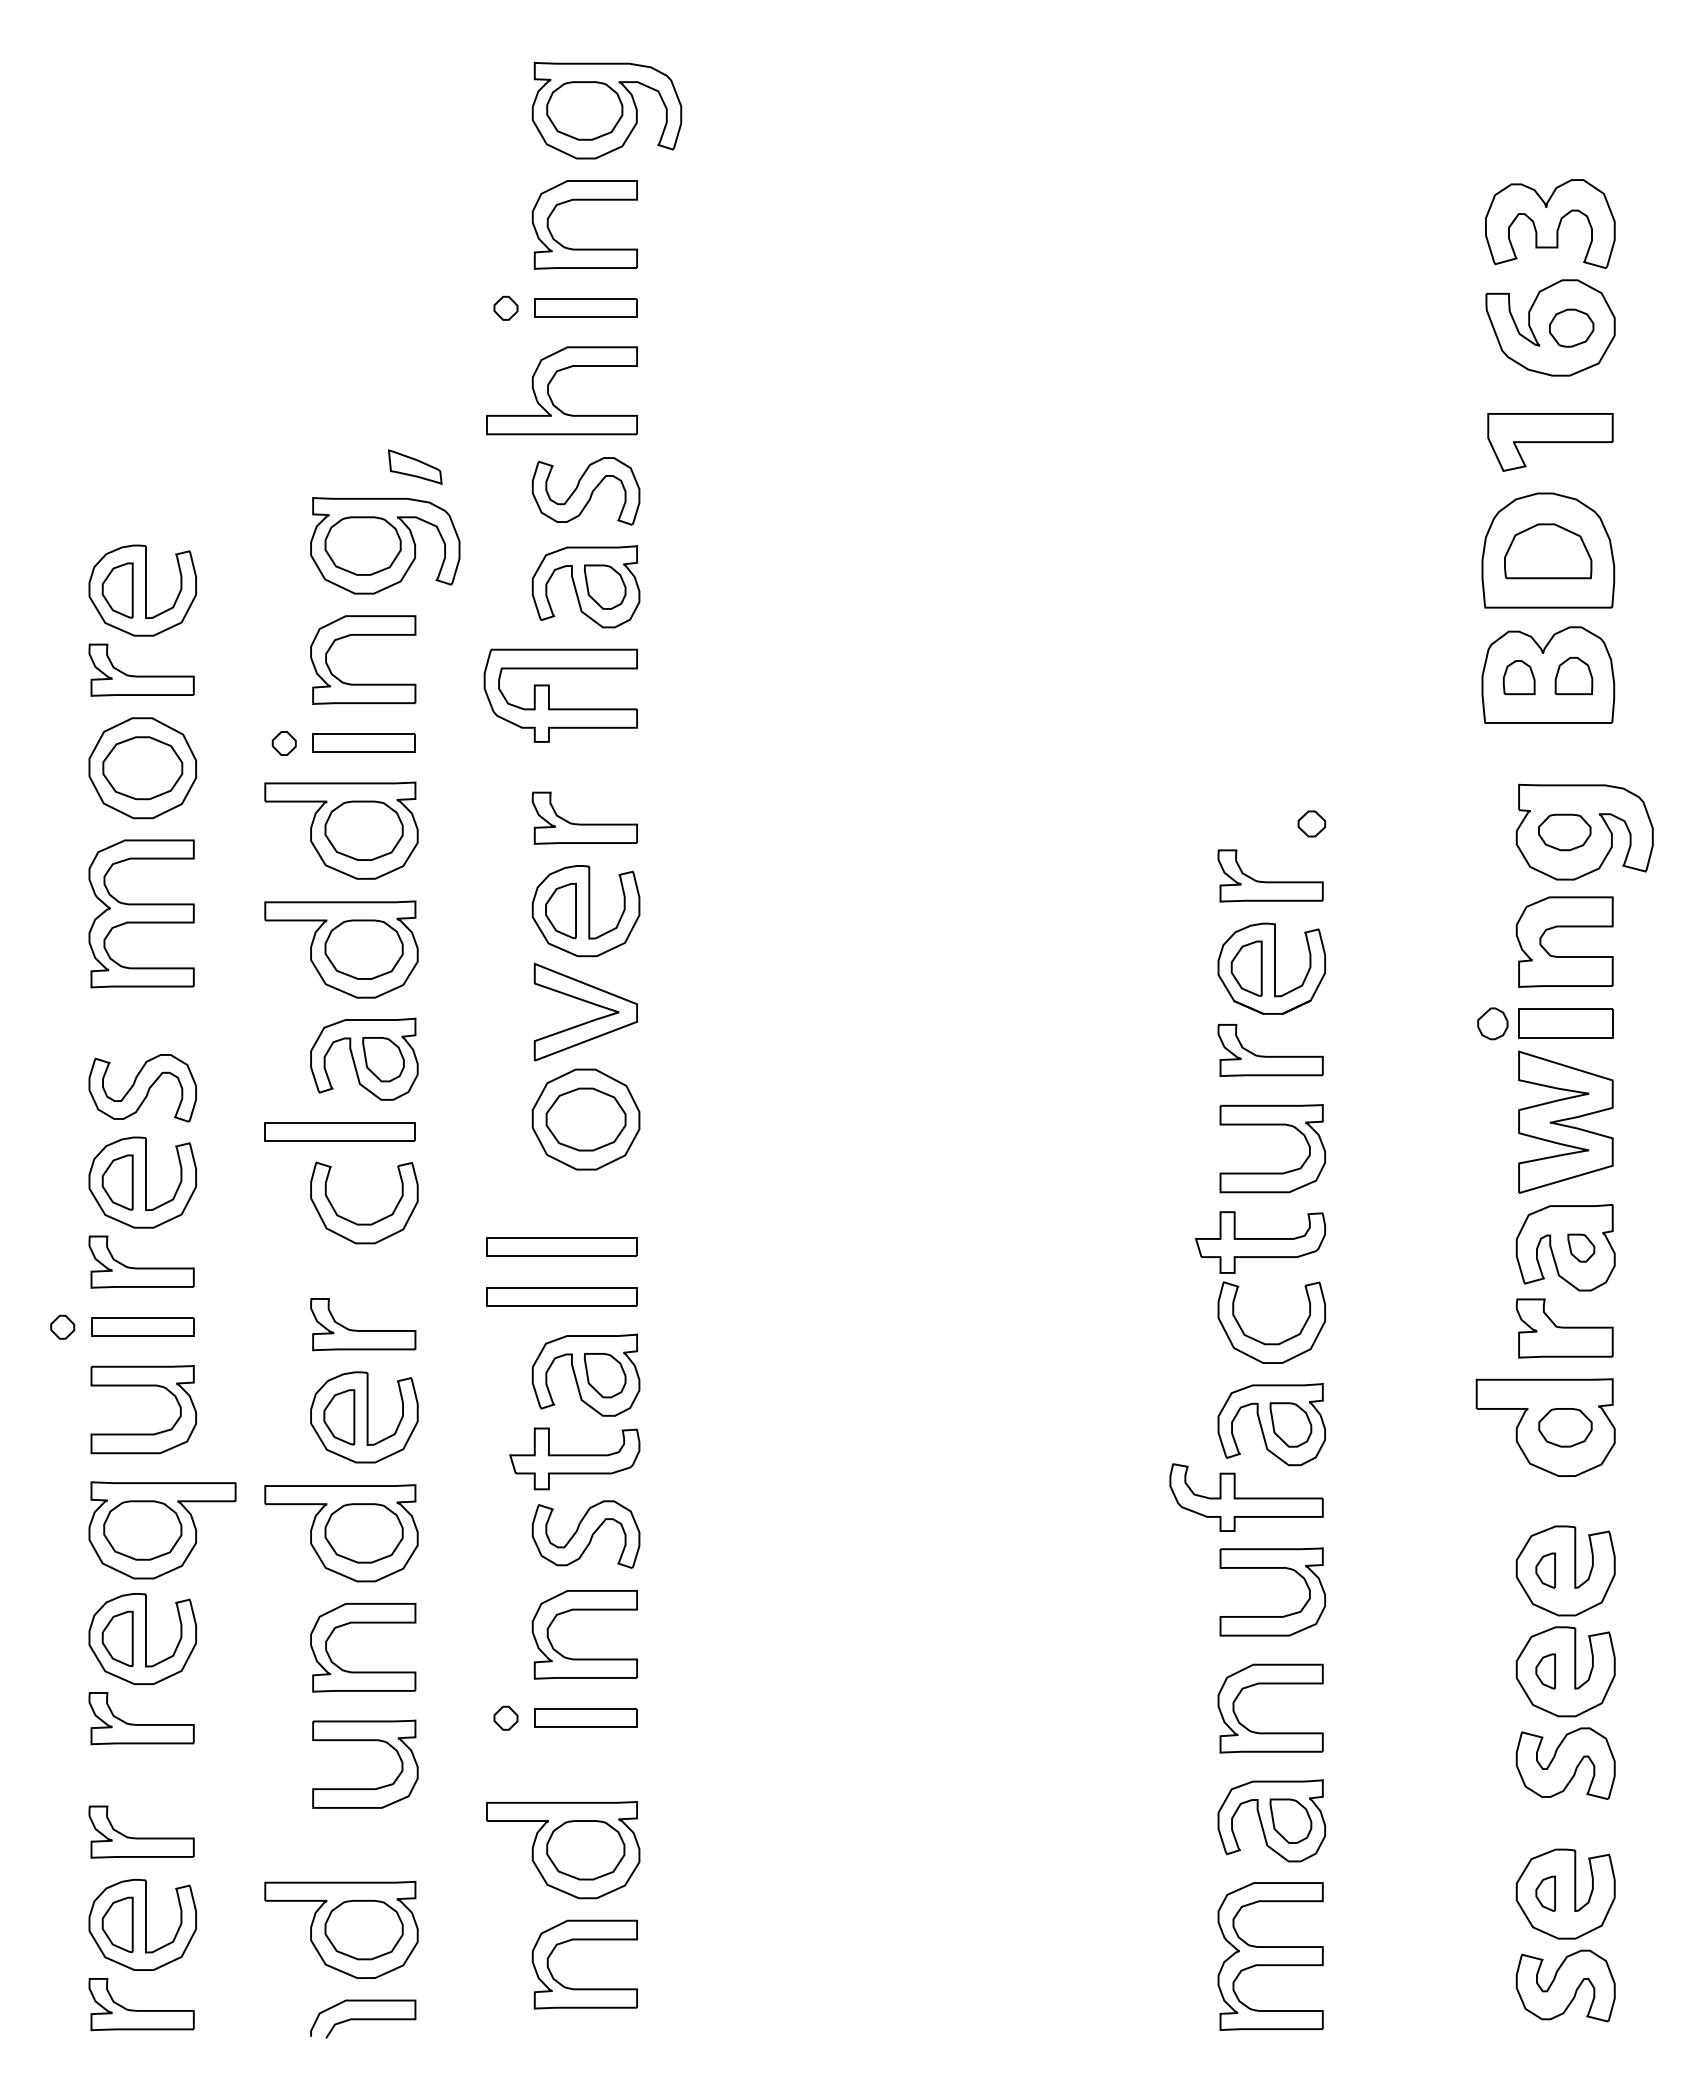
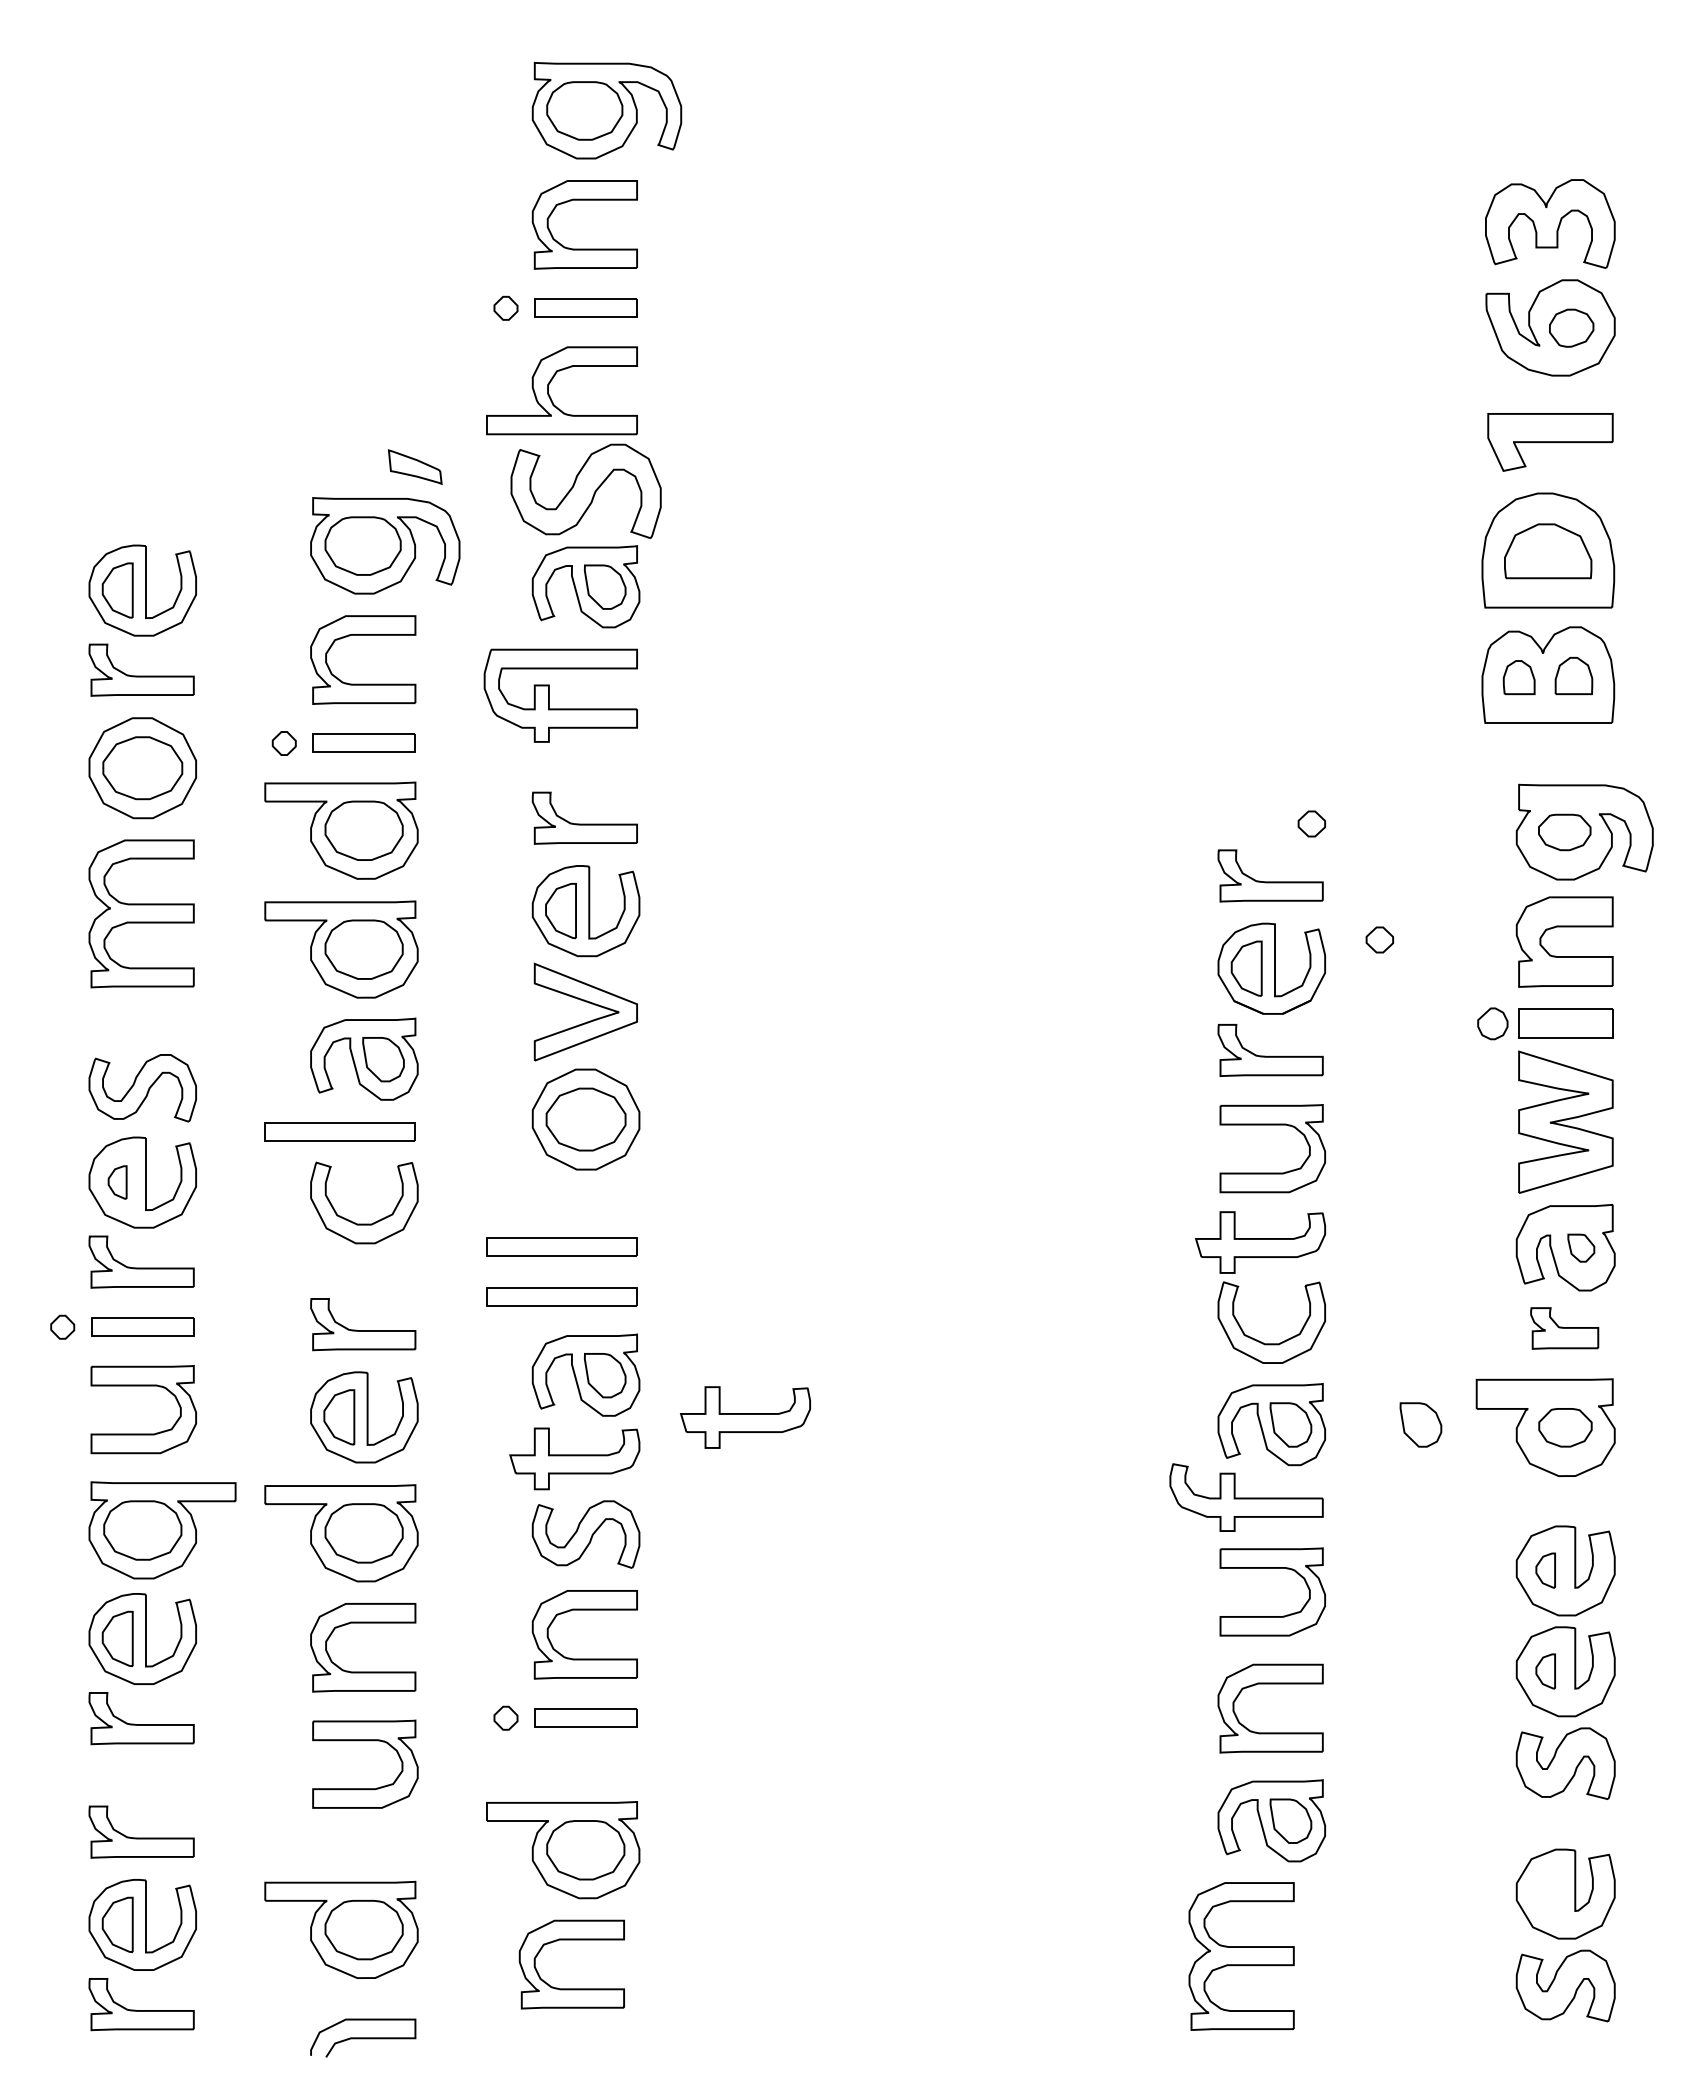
part at (585, 491) size: 110x69 px -> 152x96 px
part at (1379, 939): none -> present
part at (117, 1182) size: 33x57 px -> 21x35 px
part at (1564, 1328) size: 99x61 px -> 70x43 px
part at (745, 1417): none -> present
part at (1420, 1424): none -> present
part at (1545, 1893): present -> none
part at (584, 1940) position: (584, 1940) -> (571, 1940)
part at (1270, 1956) position: (1270, 1956) -> (1241, 1956)
curve at (363, 2018) position: (363, 2018) -> (363, 2037)
